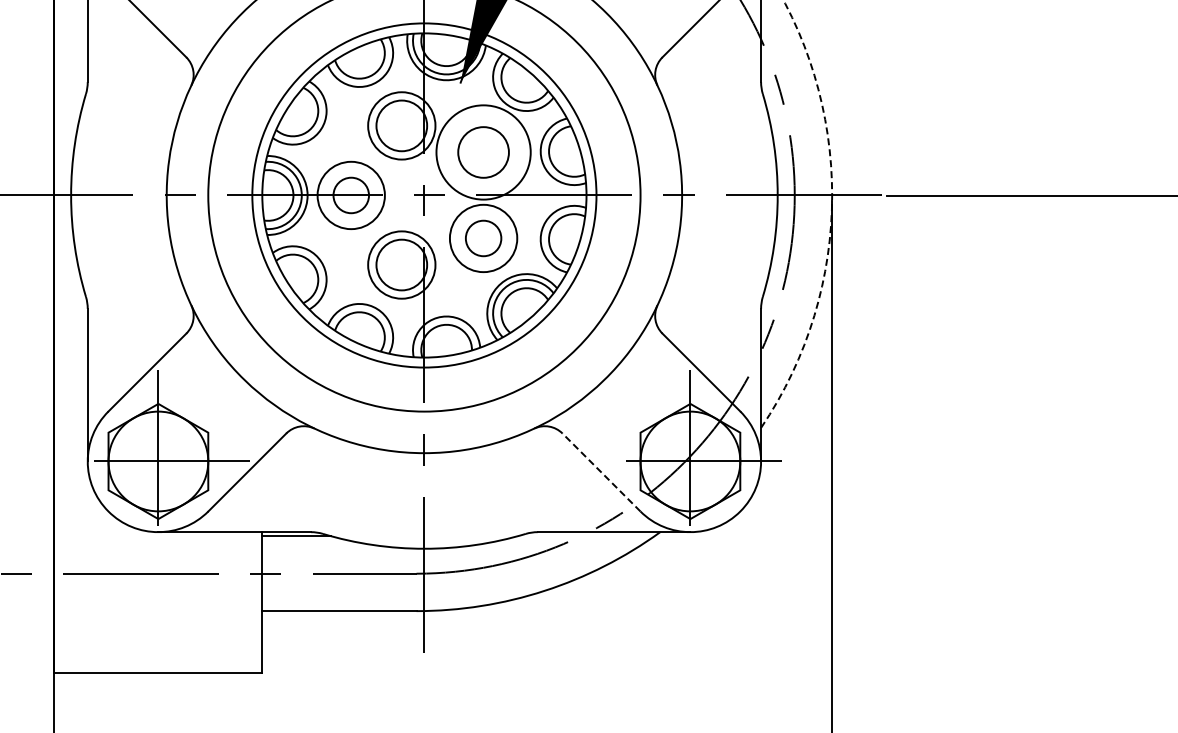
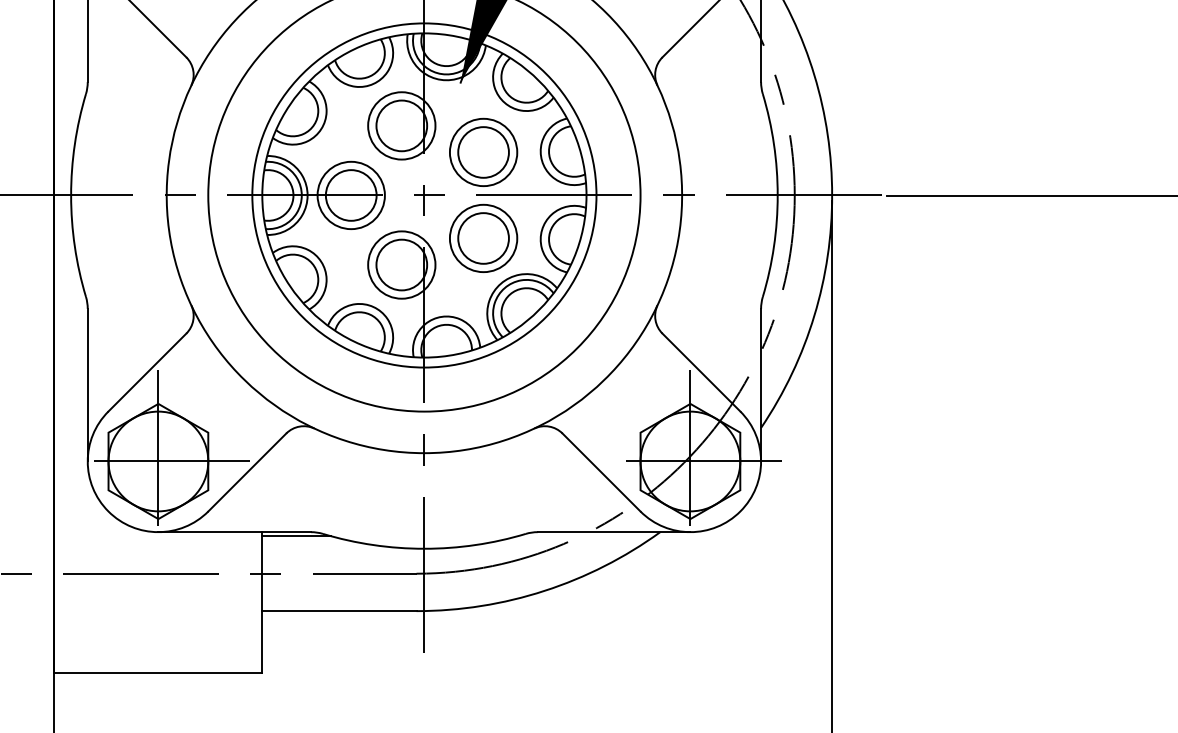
circle at (483, 152) diameter: 94 px -> 67 px
circle at (351, 195) diameter: 35 px -> 51 px
arc at (831, 217): dashed -> solid
circle at (483, 238) diameter: 35 px -> 51 px
line at (601, 472): dashed -> solid
